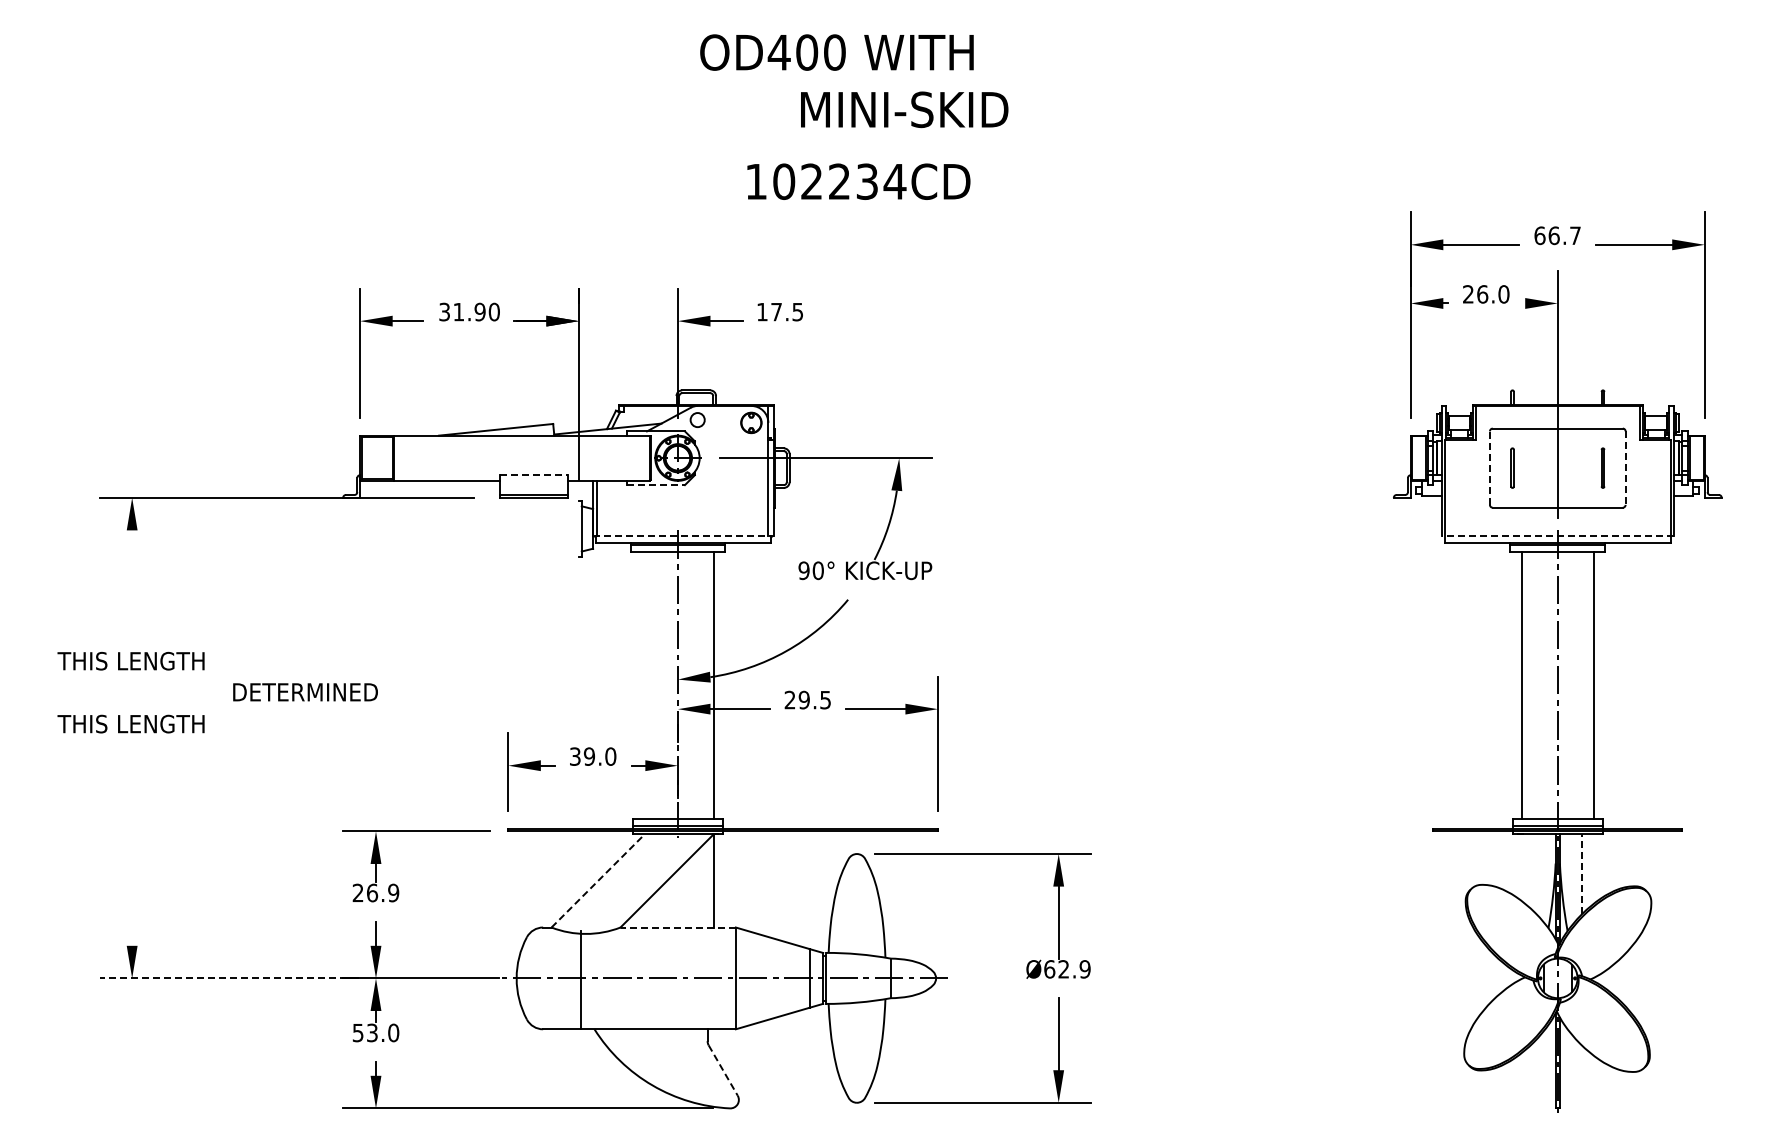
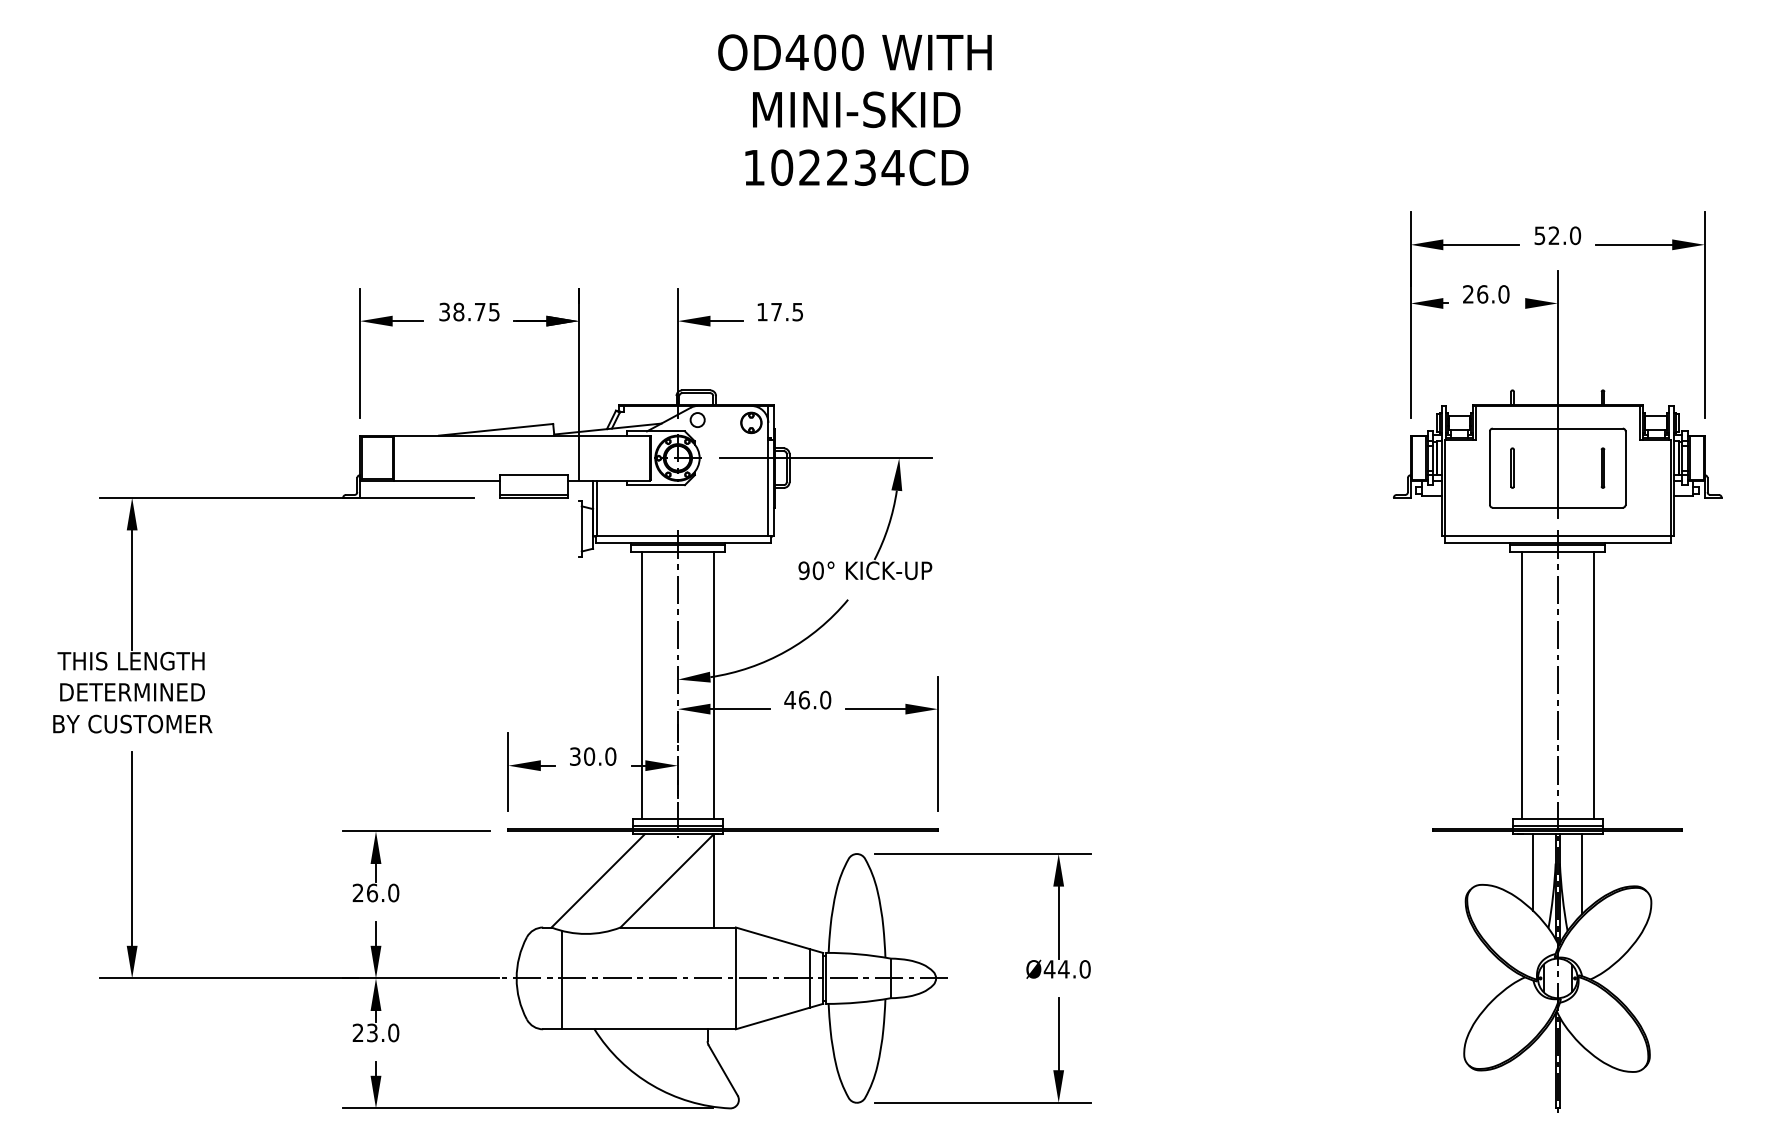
text at (836, 52) position: (836, 52) -> (854, 52)
text at (904, 109) position: (904, 109) -> (856, 109)
text at (858, 181) position: (858, 181) -> (856, 167)
text at (1557, 235): 66.7 -> 52.0
text at (476, 311): 31.90 -> 38.75
line at (1489, 468): dashed -> solid
line at (1625, 468): dashed -> solid
line at (533, 475): dashed -> solid
line at (656, 485): dashed -> solid
line at (684, 536): dashed -> solid
line at (1557, 536): dashed -> solid
line at (132, 590): none -> present
line at (641, 684): none -> present
text at (305, 692) position: (305, 692) -> (132, 692)
text at (807, 699): 29.5 -> 46.0
text at (132, 723): THIS LENGTH -> BY CUSTOMER
text at (589, 756): 39.0 -> 30.0
line at (132, 848): none -> present
line at (1533, 872): none -> present
line at (1582, 874): dashed -> solid
line at (598, 880): dashed -> solid
text at (393, 893): 26.9 -> 26.0
line at (678, 927): dashed -> solid
text at (1066, 969): Ø62.9 -> Ø44.0
line at (228, 978): dashed -> solid
line at (580, 979) position: (580, 979) -> (561, 979)
text at (357, 1032): 53.0 -> 23.0
line at (723, 1070): dashed -> solid
